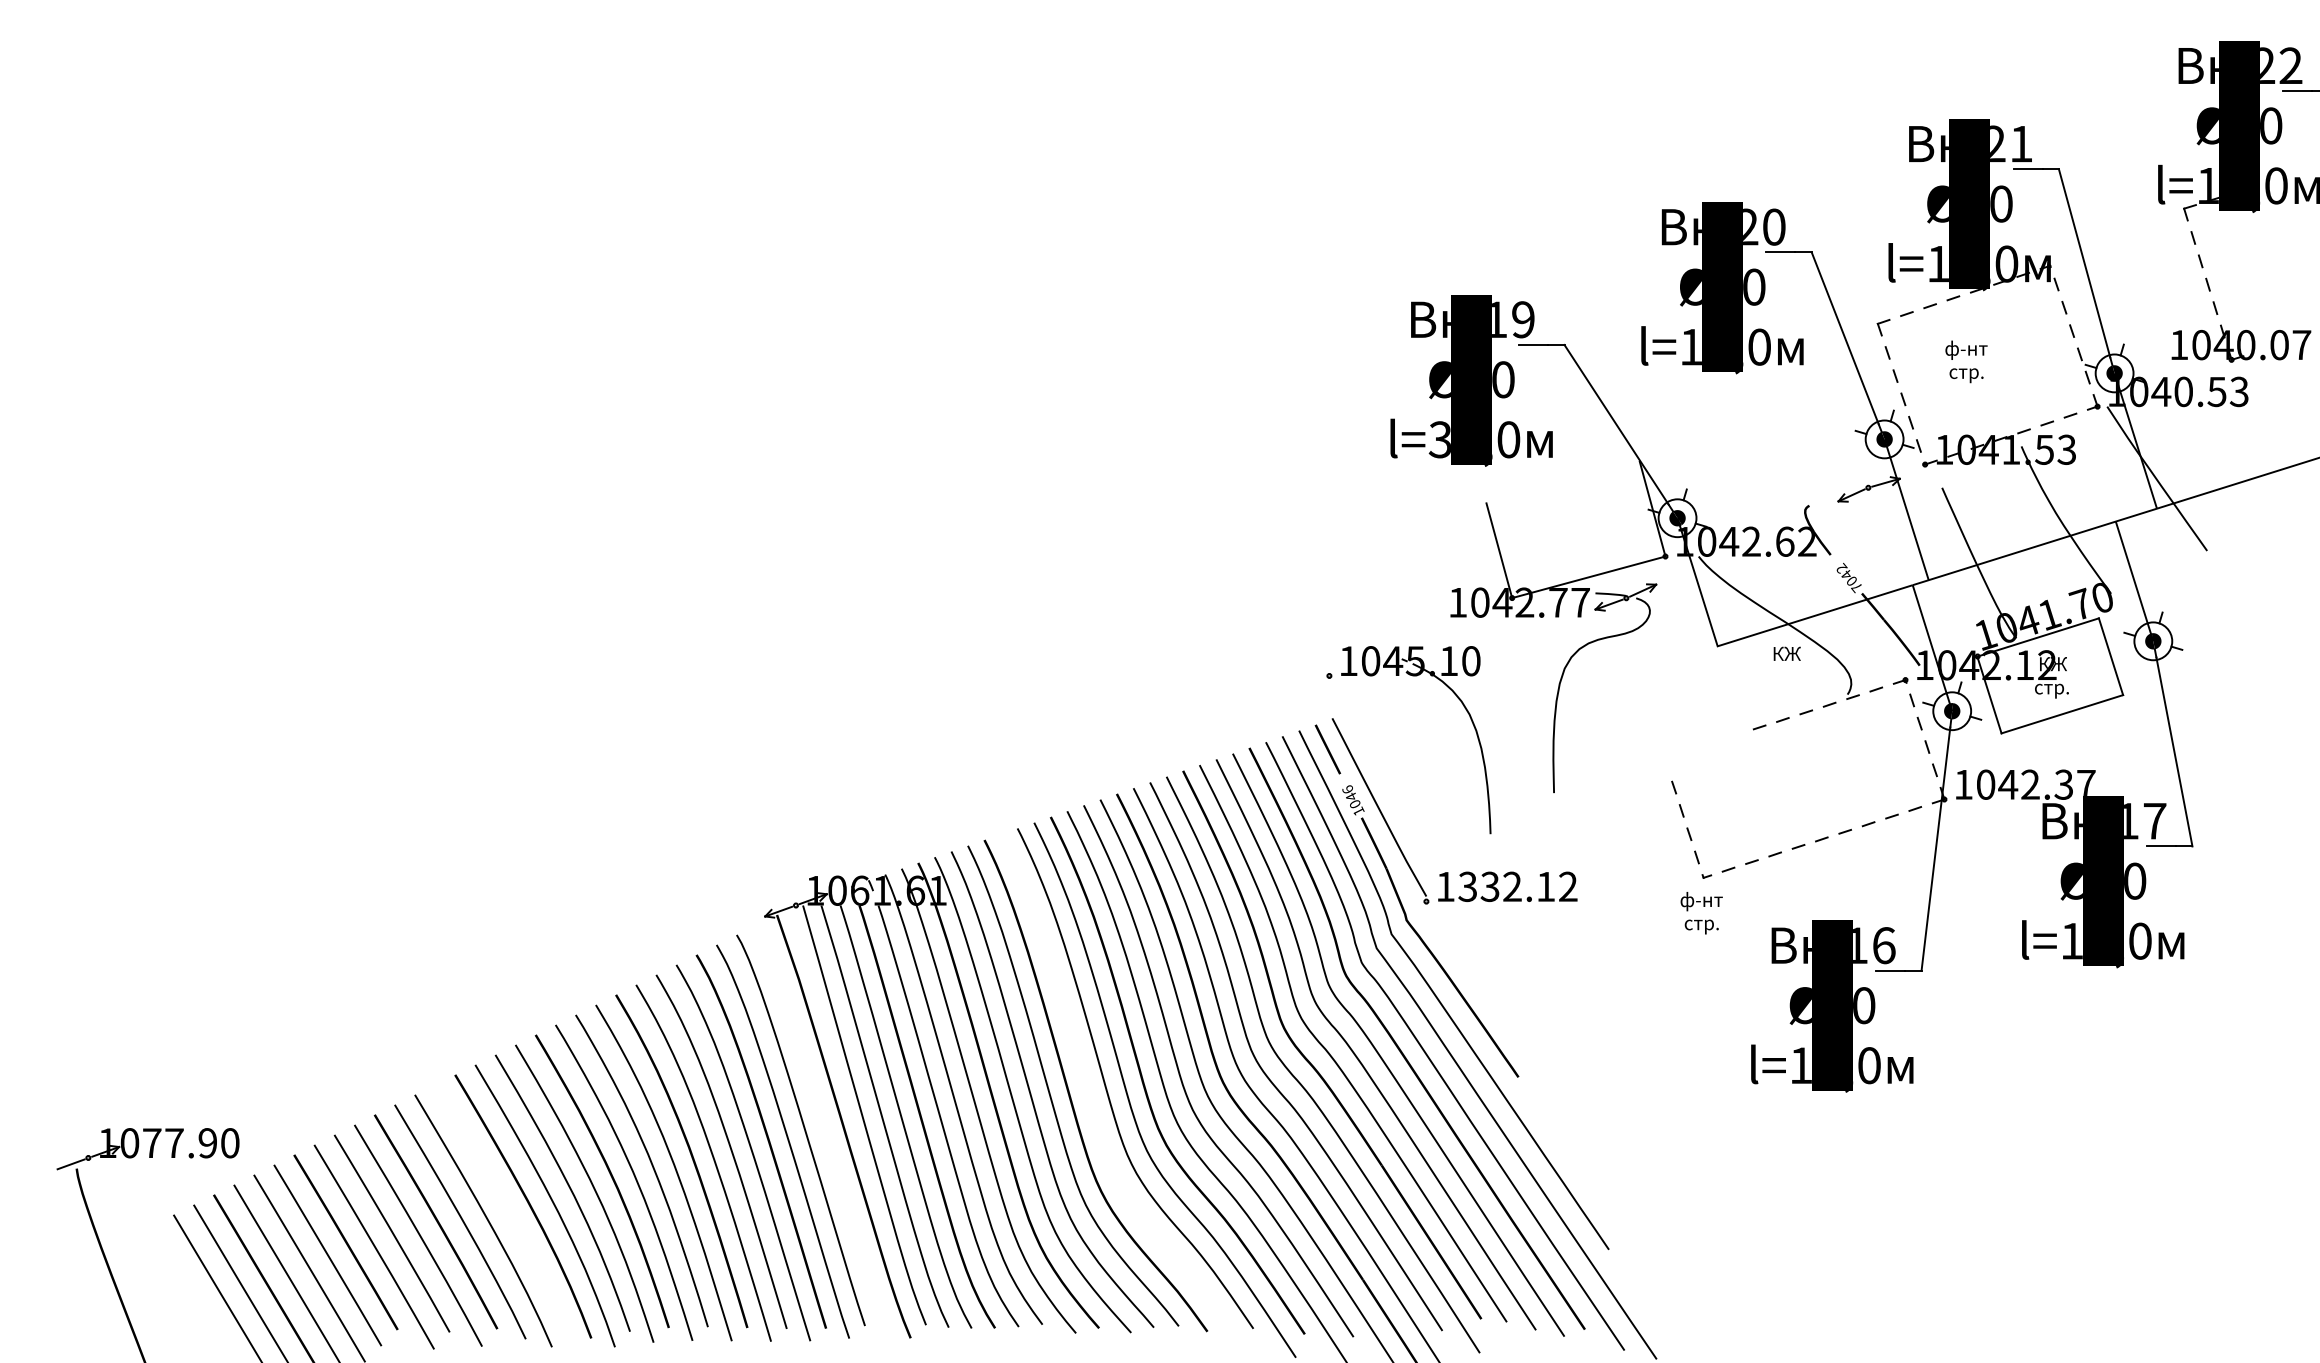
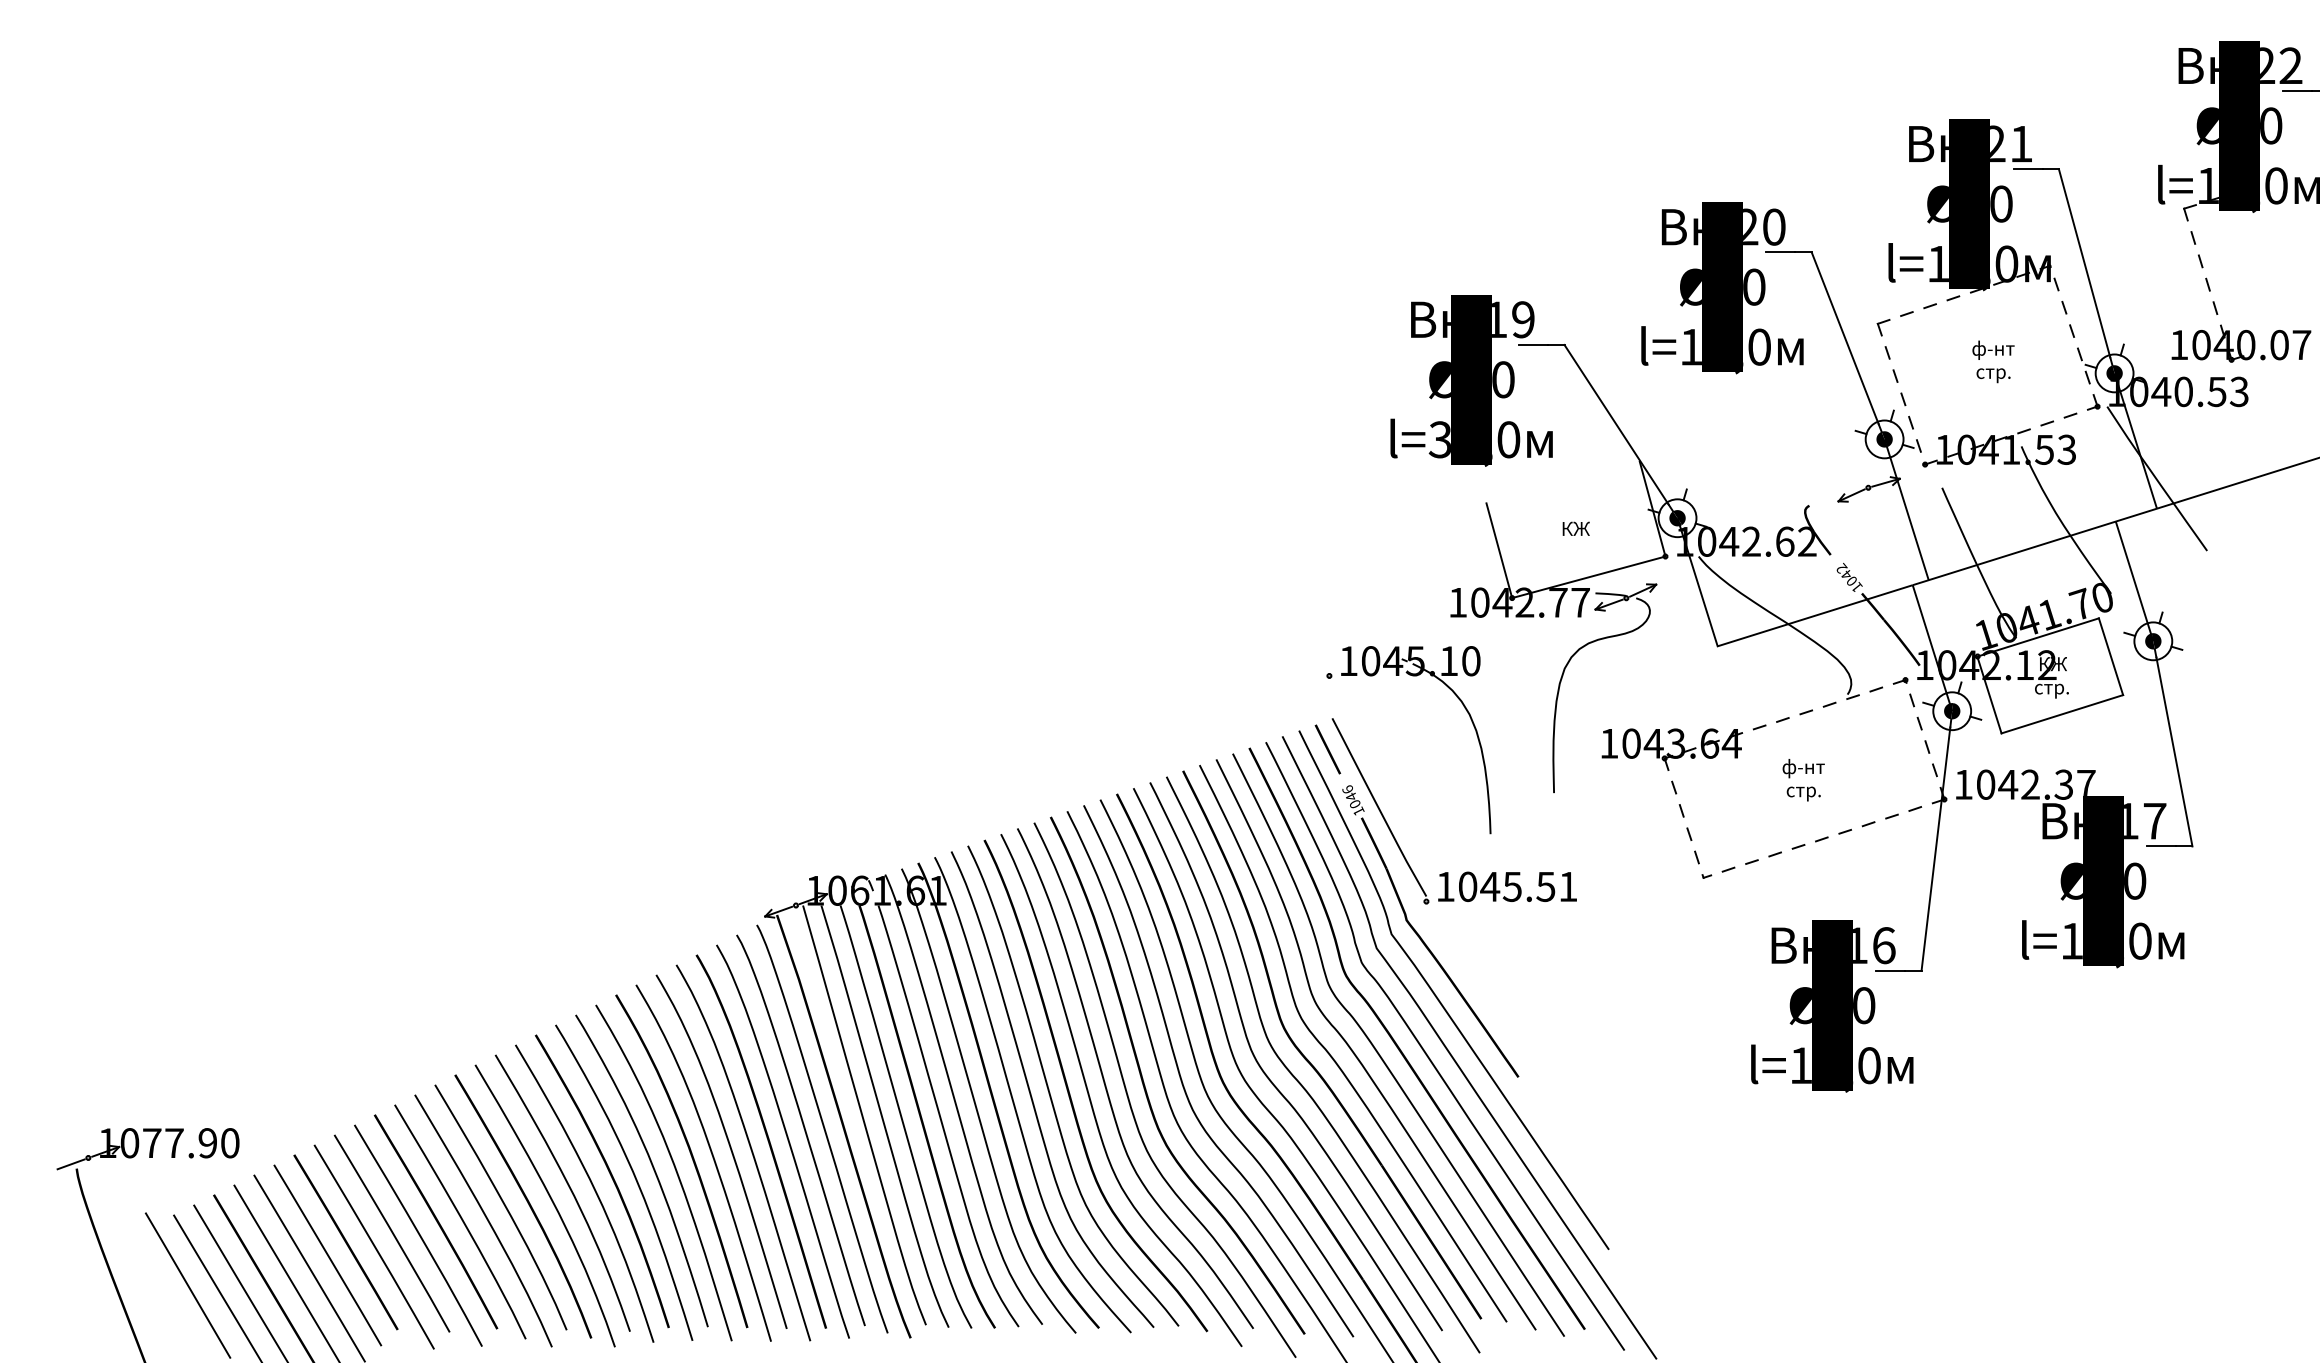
text at (1966, 361) position: (1966, 361) -> (1993, 361)
text at (1856, 587): 7042 -> 1042
text at (1786, 653) position: (1786, 653) -> (1575, 528)
part at (1672, 749): none -> present
text at (1517, 886): 1332.12 -> 1045.51
text at (1701, 913) position: (1701, 913) -> (1803, 780)
curve at (1090, 1096): none -> present
curve at (823, 1128): none -> present
curve at (504, 1206): none -> present
line at (187, 1285): none -> present
